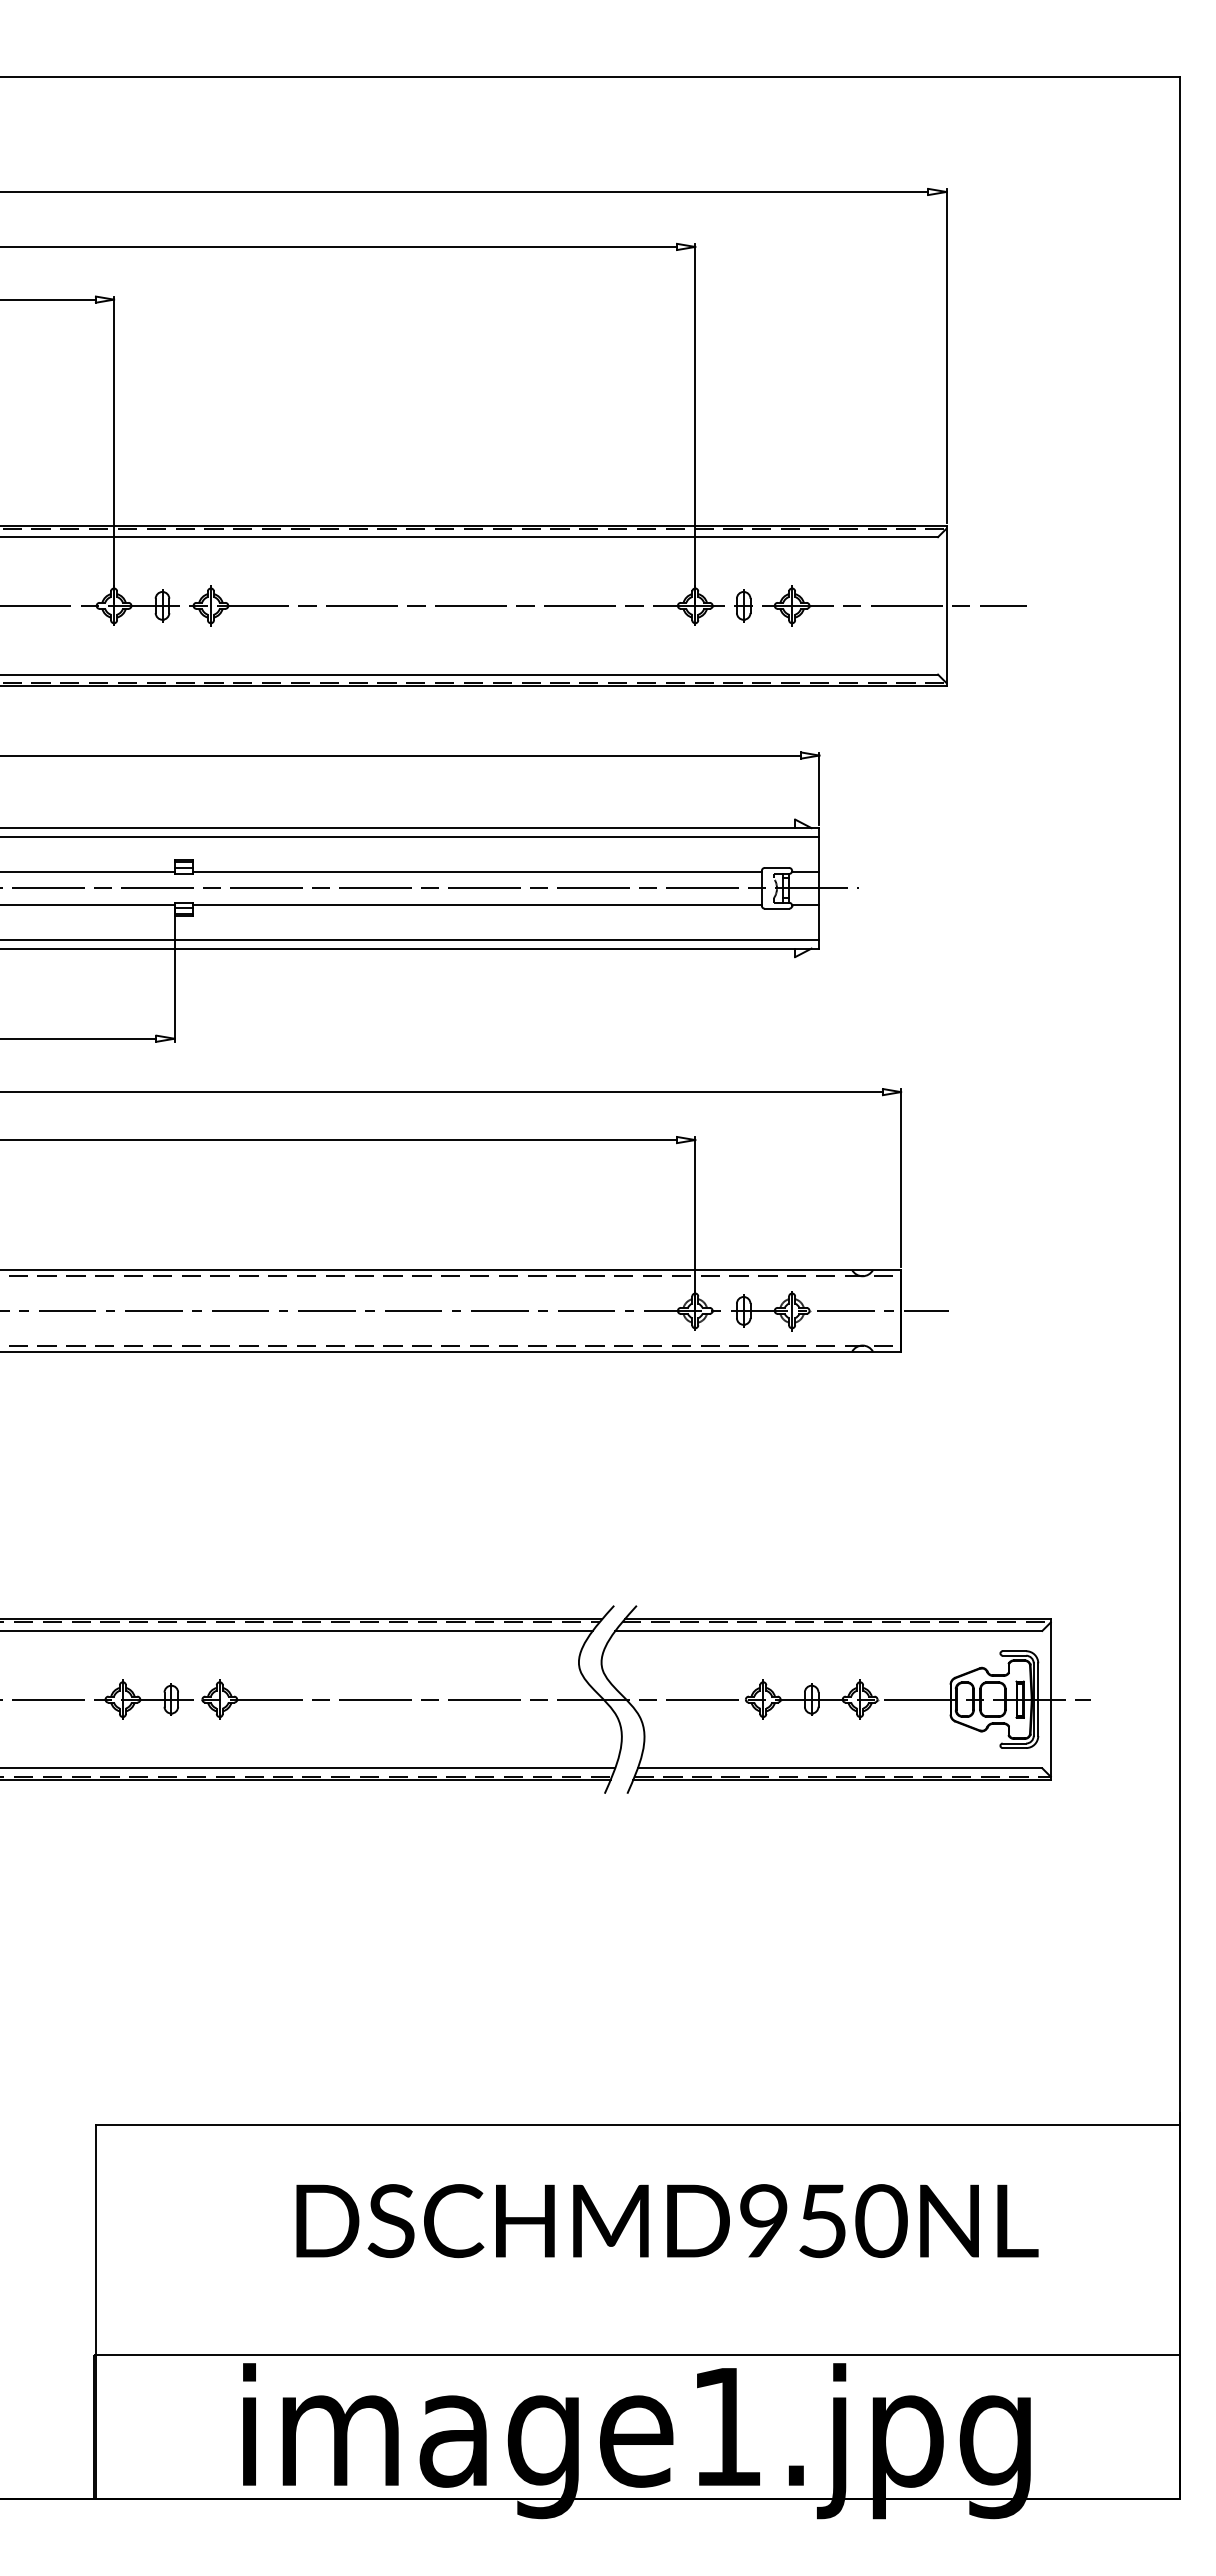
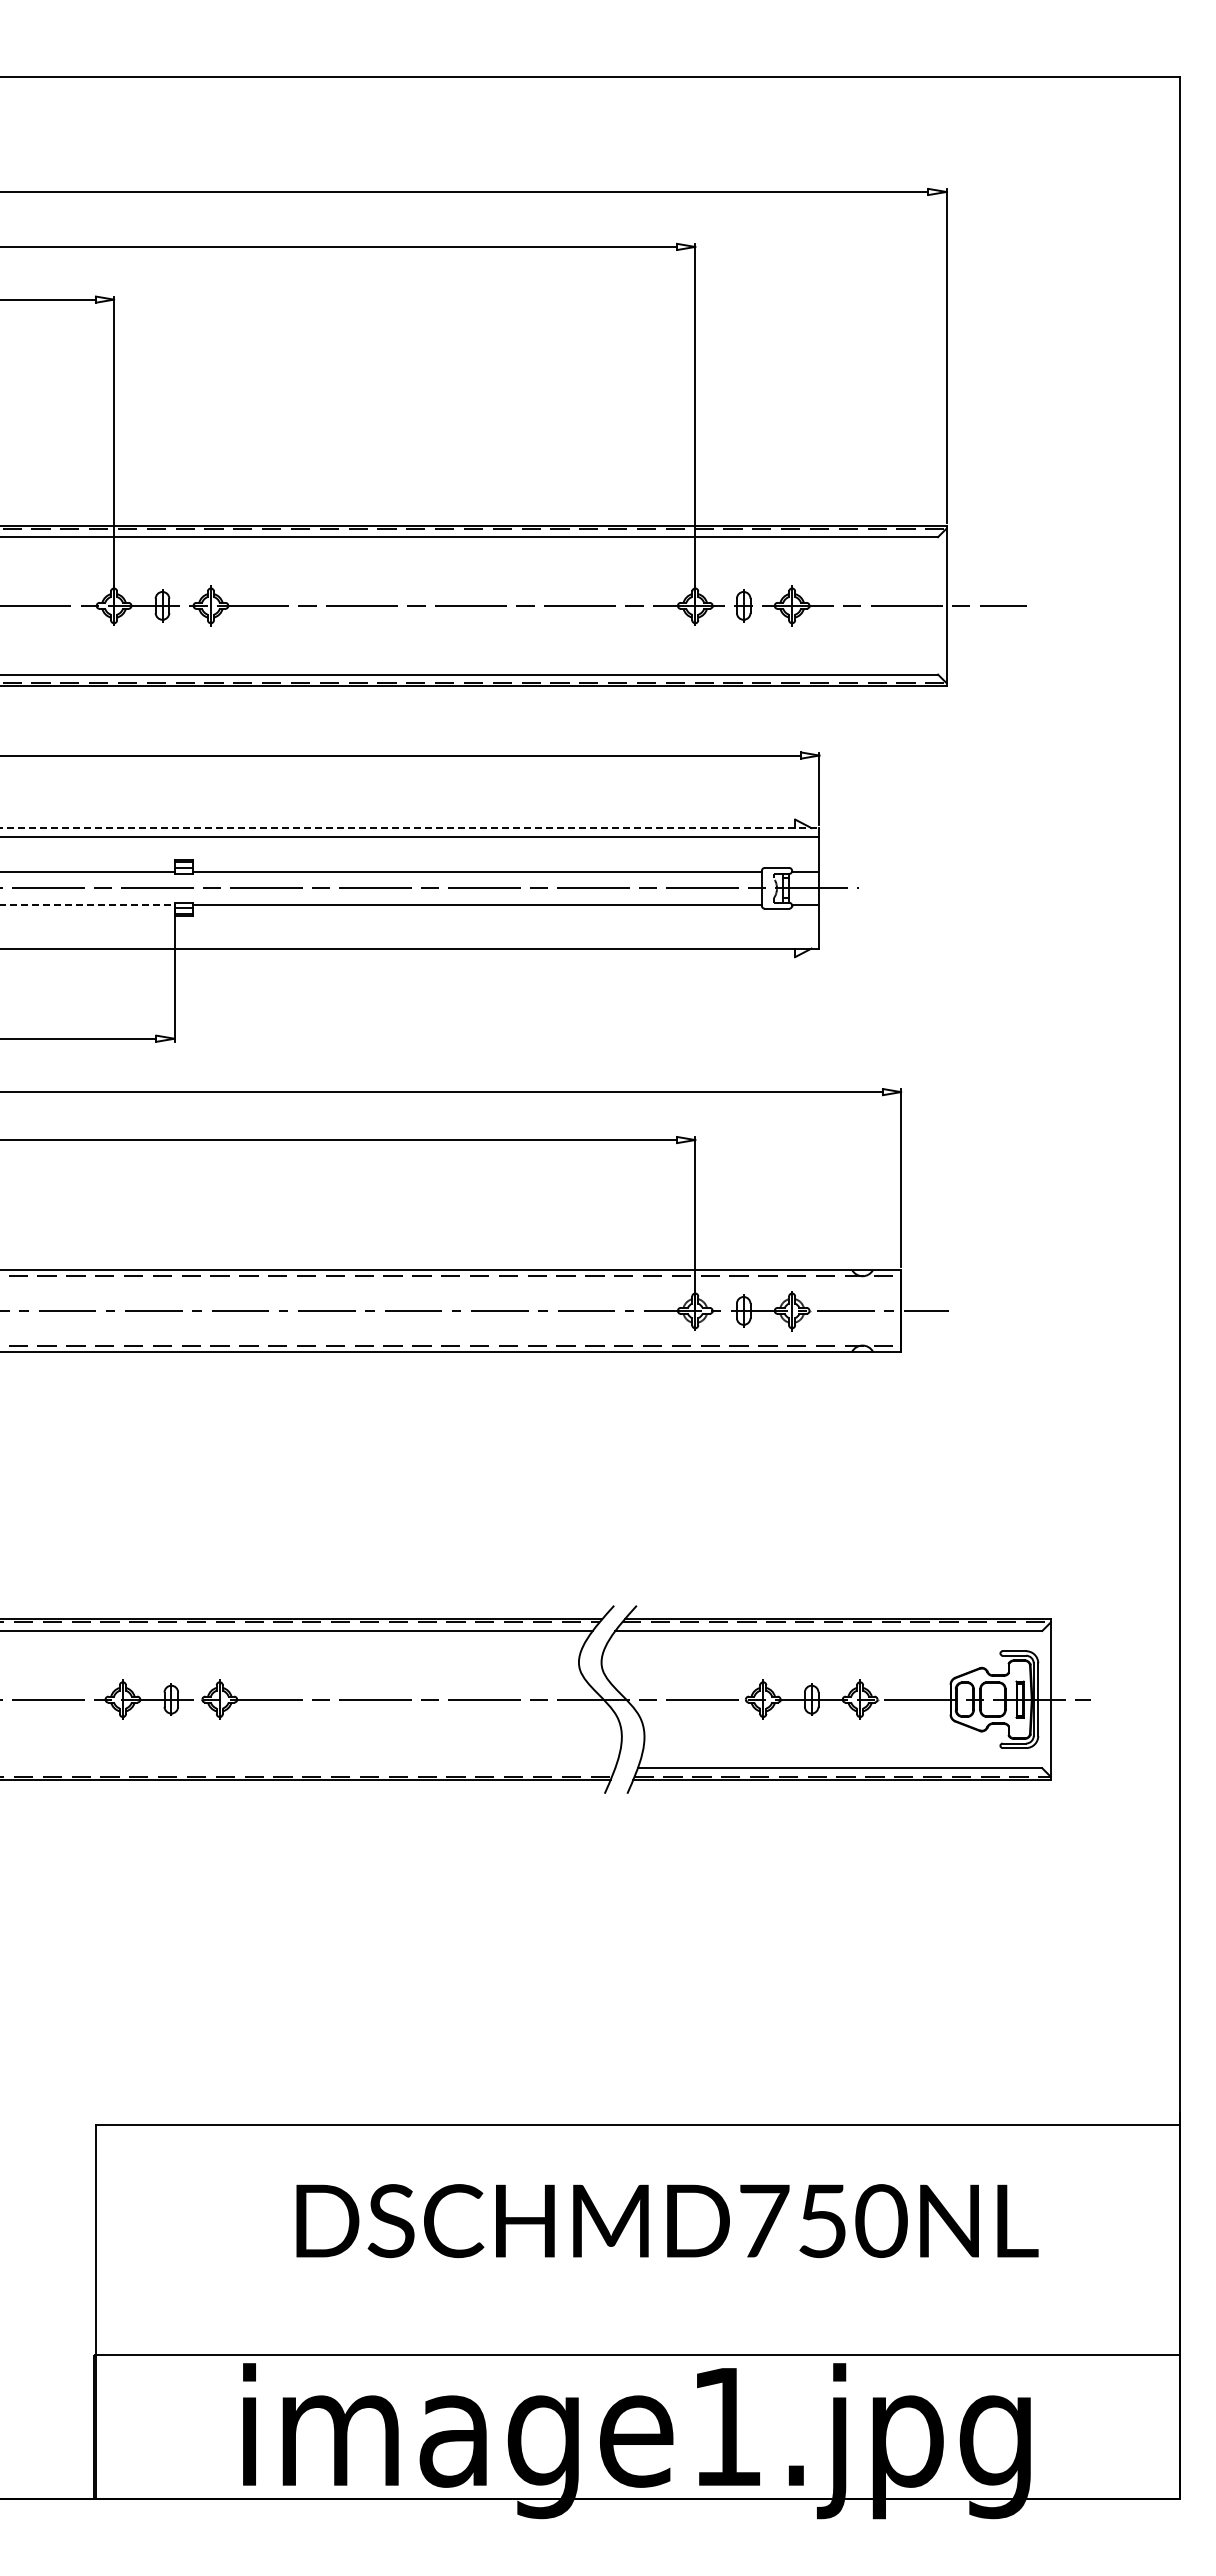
line at (410, 828): solid -> dashed
line at (87, 905): solid -> dashed
line at (410, 939): present -> none
line at (308, 1768): present -> none
text at (764, 2220): DSCHMD950NL -> DSCHMD750NL
